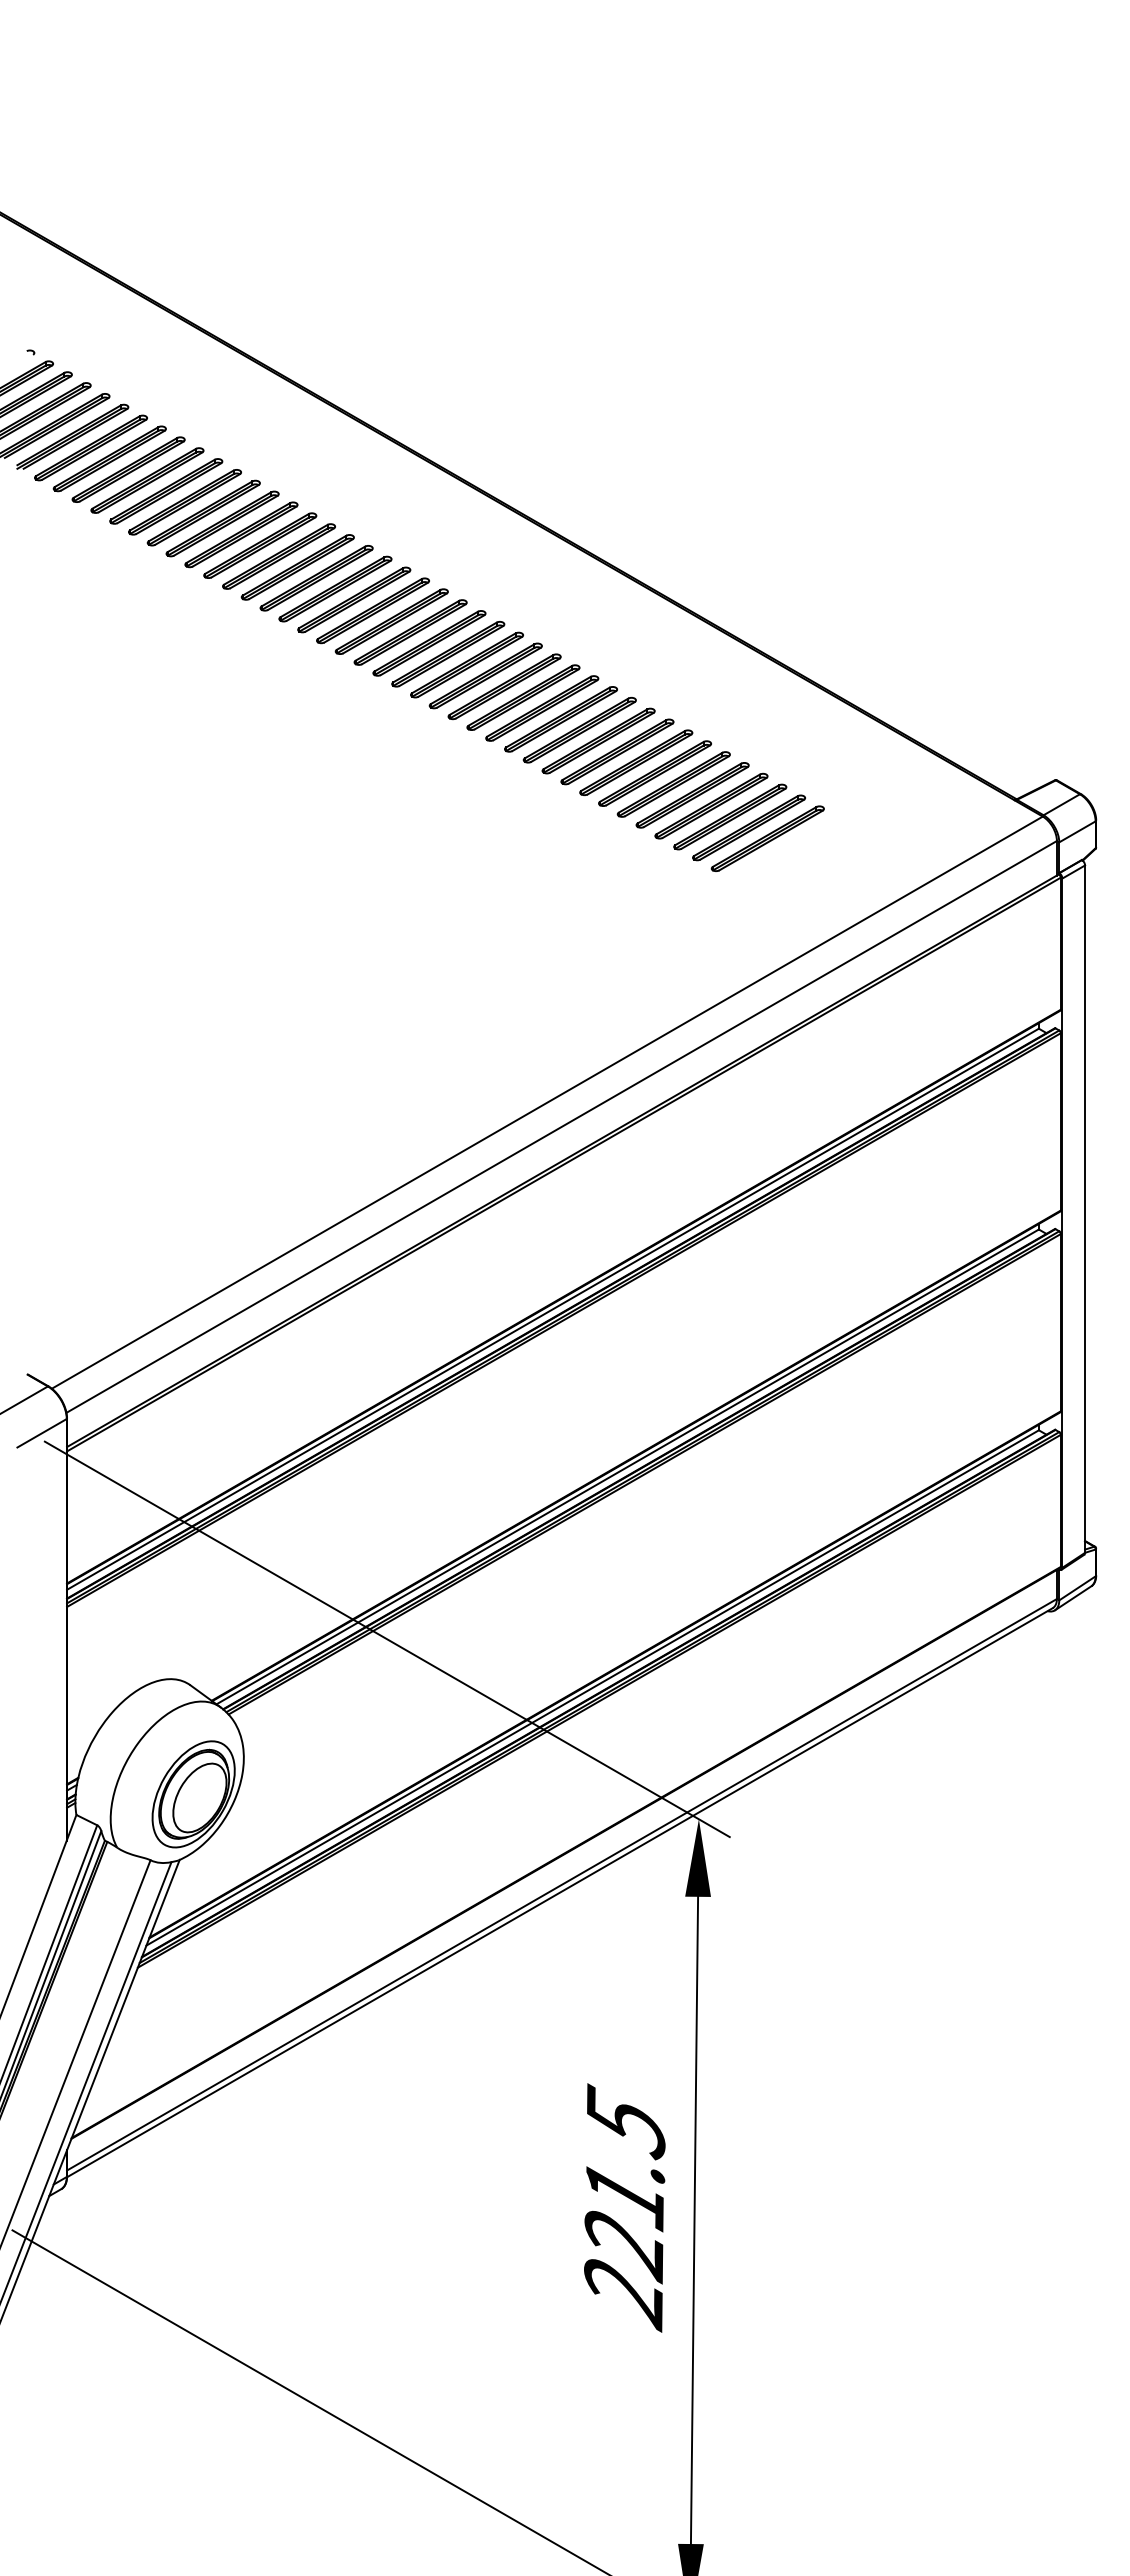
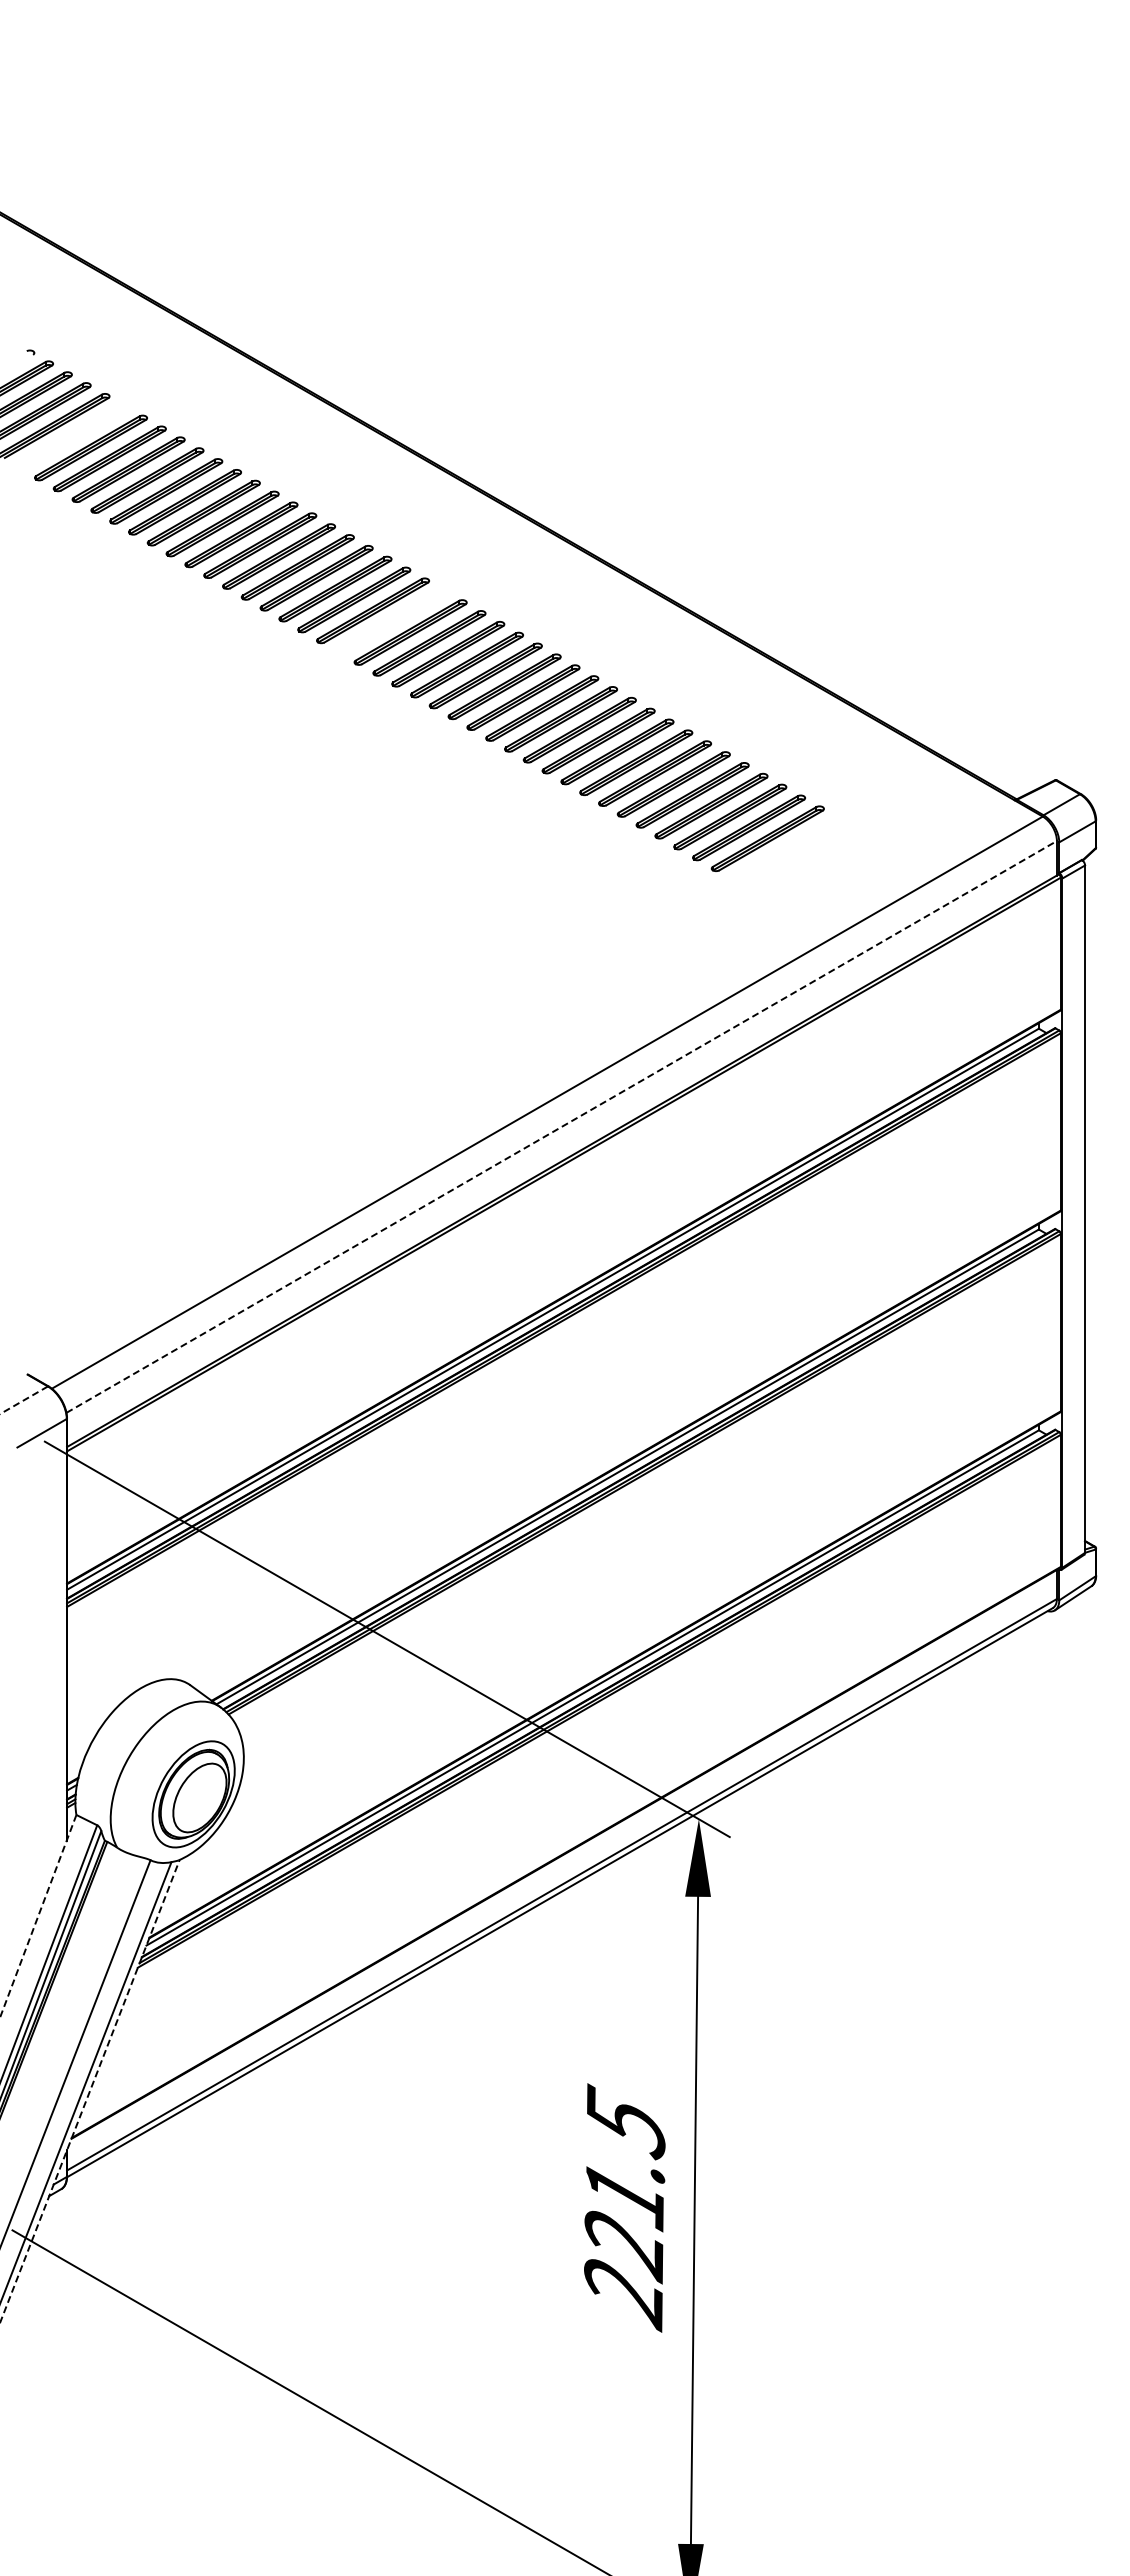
part at (72, 436): present -> none
part at (391, 621): present -> none
line at (561, 1126): solid -> dashed
line at (23, 1400): solid -> dashed
line at (38, 1916): solid -> dashed
line at (90, 2090): solid -> dashed
